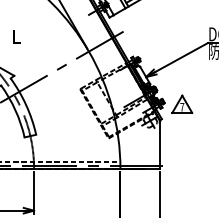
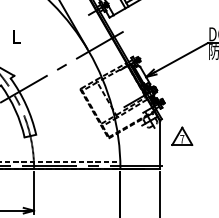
part at (182, 103) position: (182, 103) -> (182, 135)
